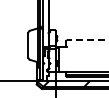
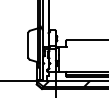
line at (87, 40): dashed -> solid
